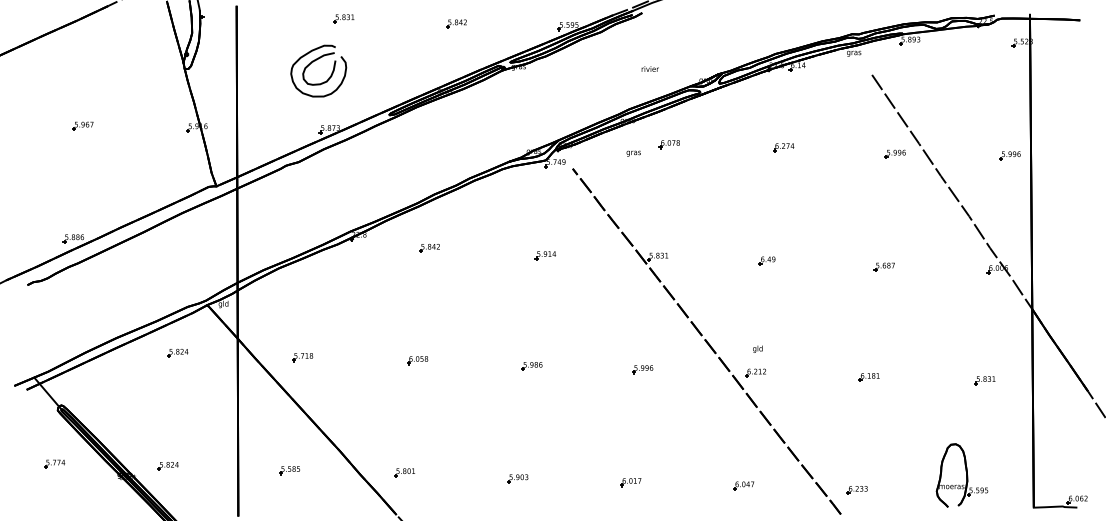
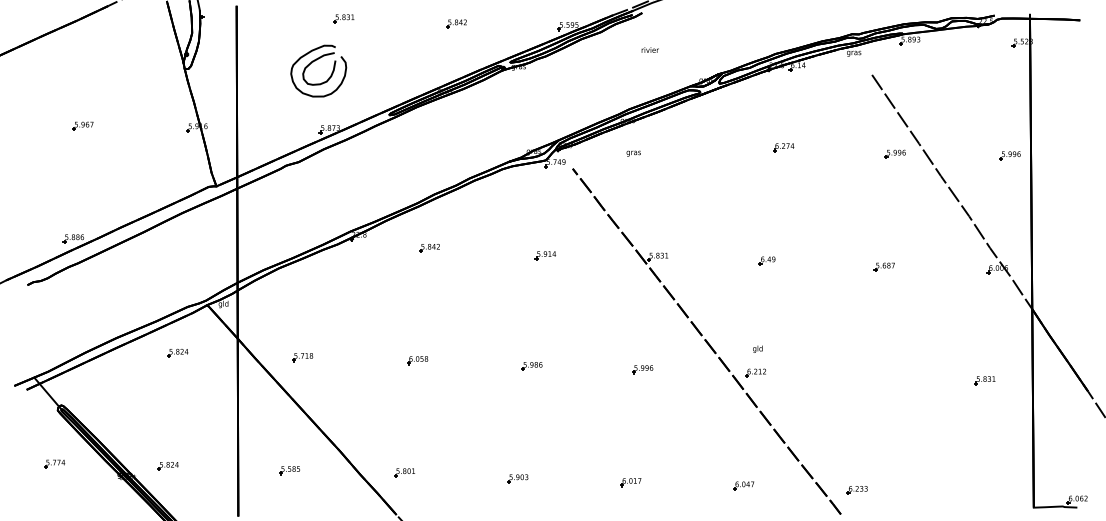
text at (649, 68) position: (649, 68) -> (649, 49)
part at (668, 144): present -> none
part at (868, 377): present -> none
part at (961, 475): present -> none
